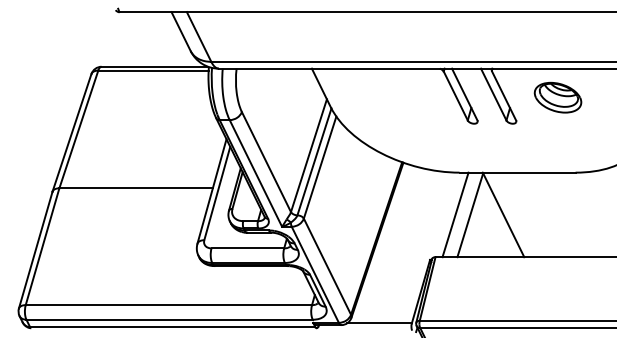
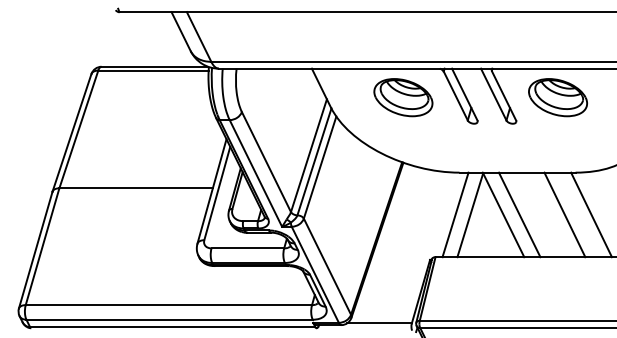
part at (403, 97): none -> present
part at (557, 97) size: 50x33 px -> 60x40 px
line at (519, 214): none -> present
line at (564, 214): none -> present
line at (591, 214): none -> present
